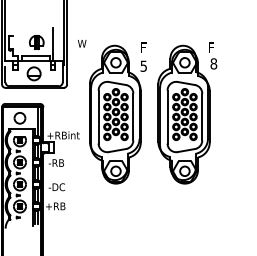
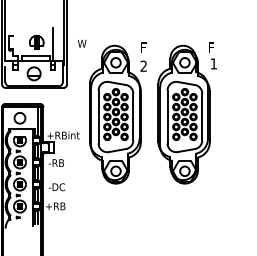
text at (213, 63): 8 -> 1
text at (143, 65): 5 -> 2
